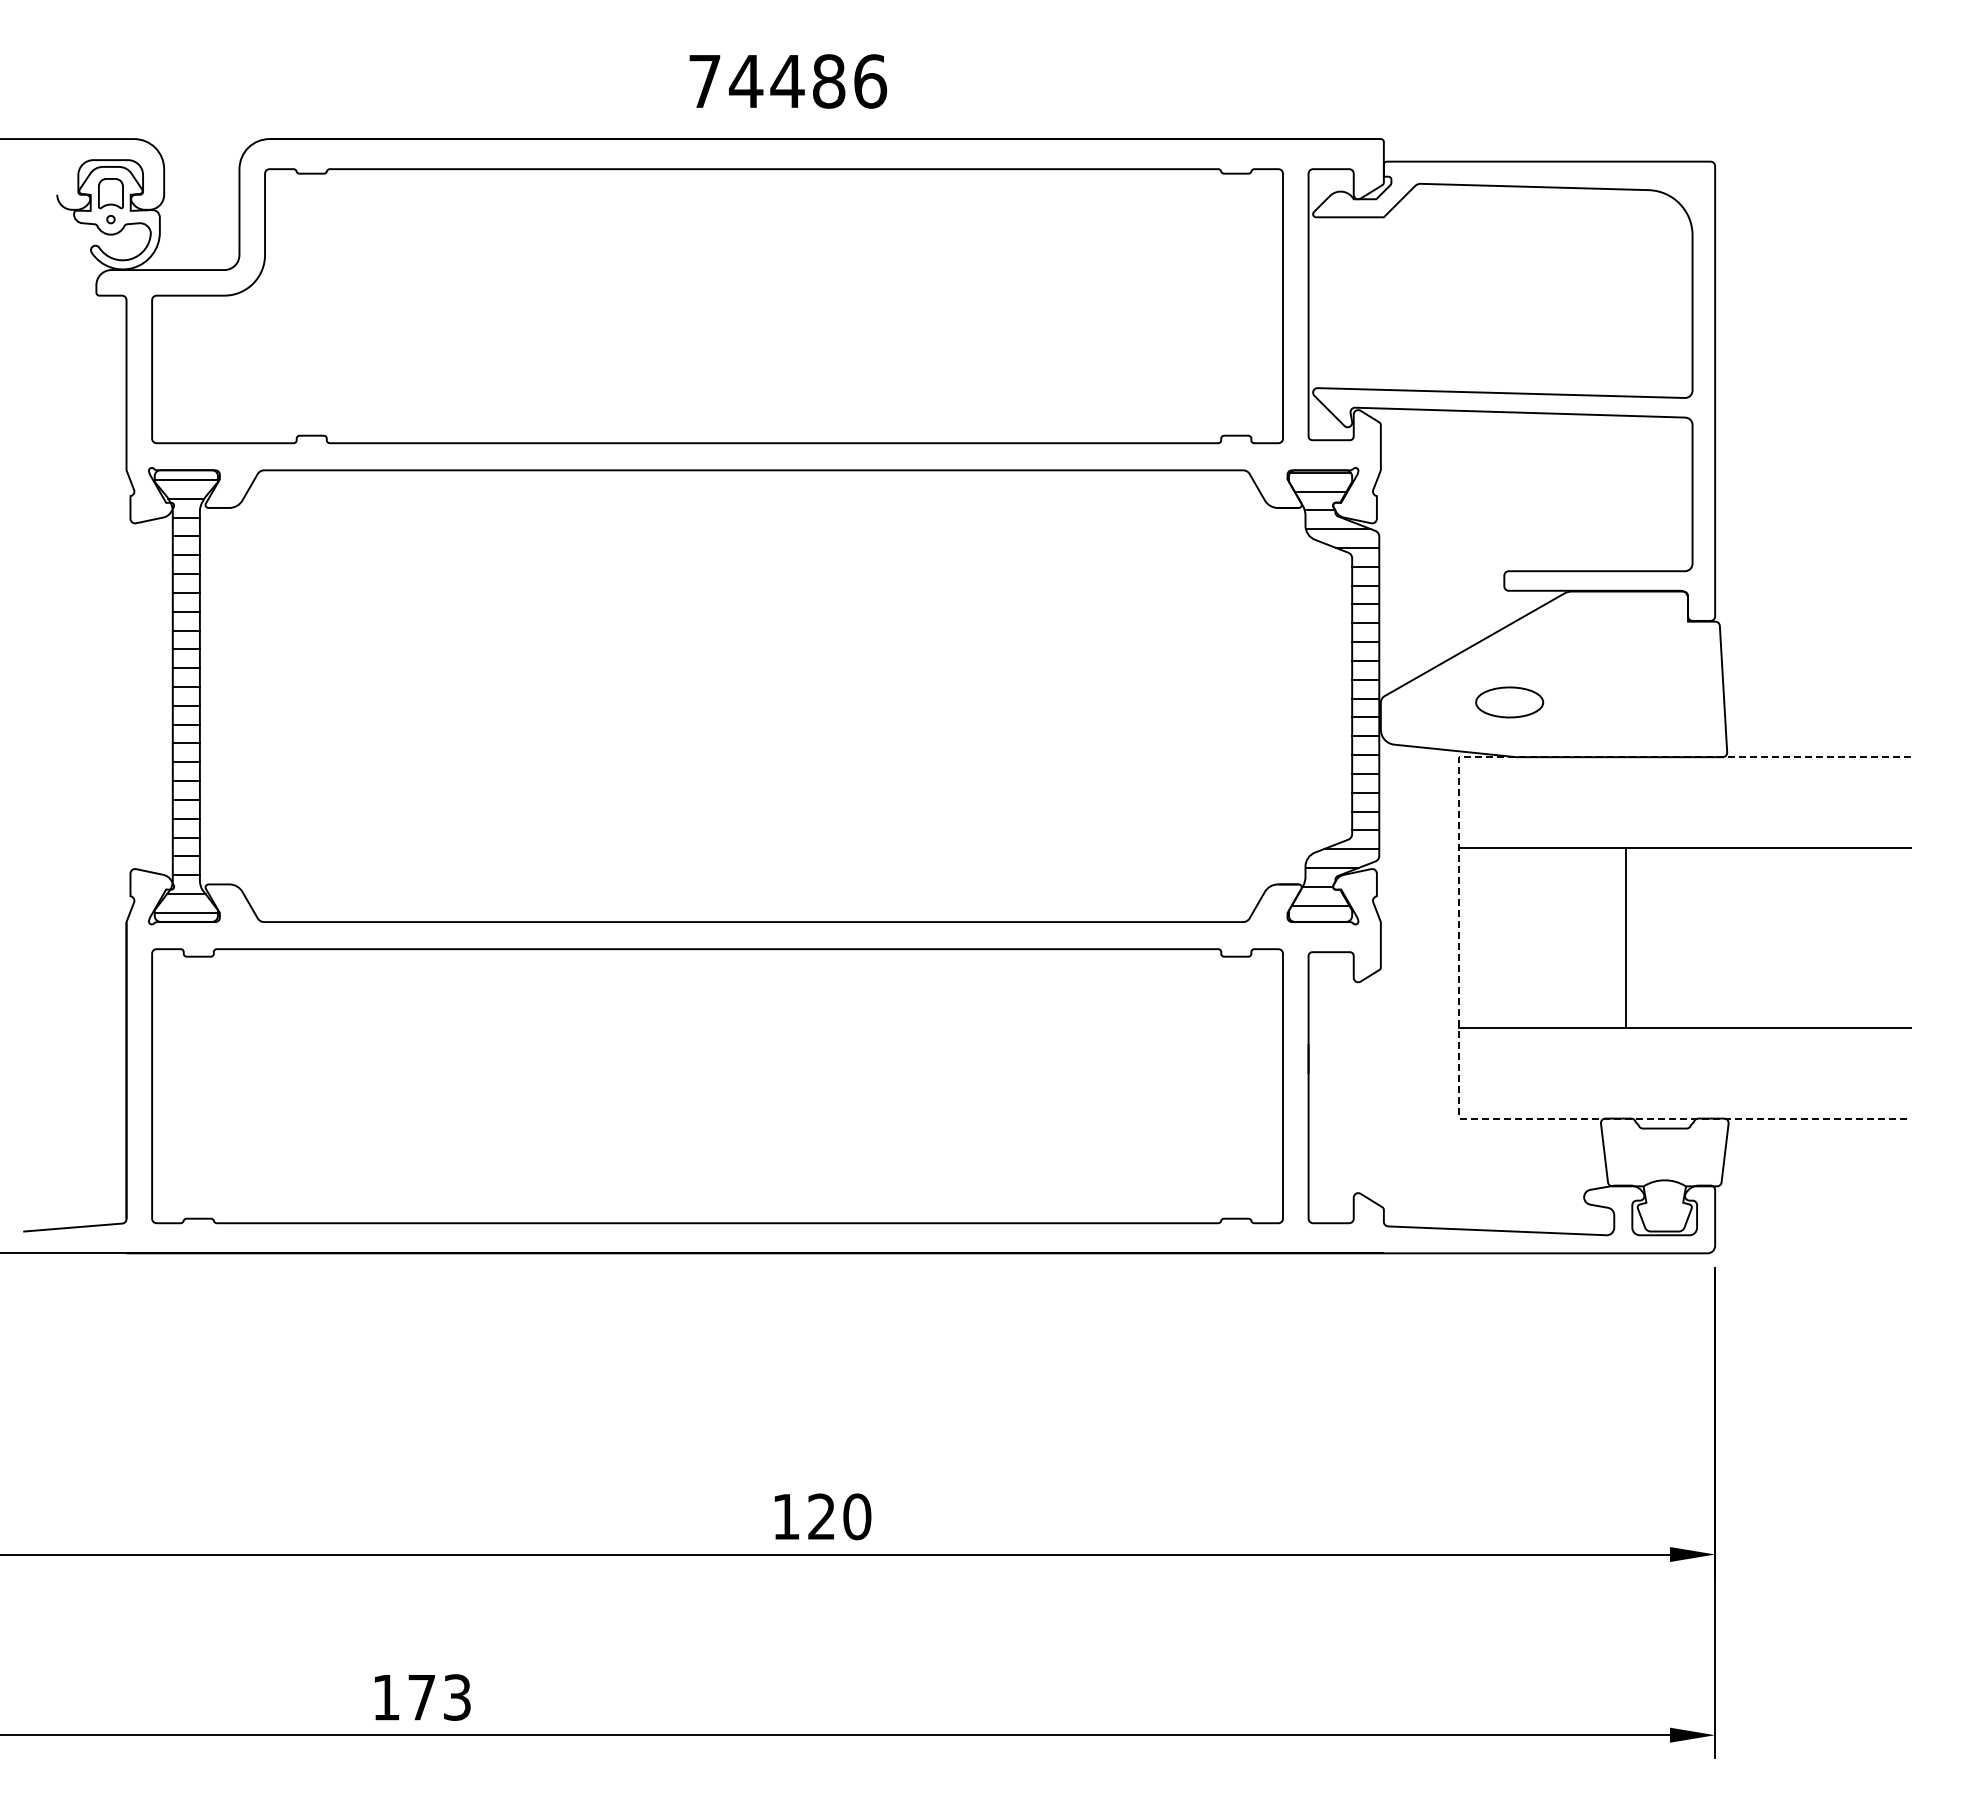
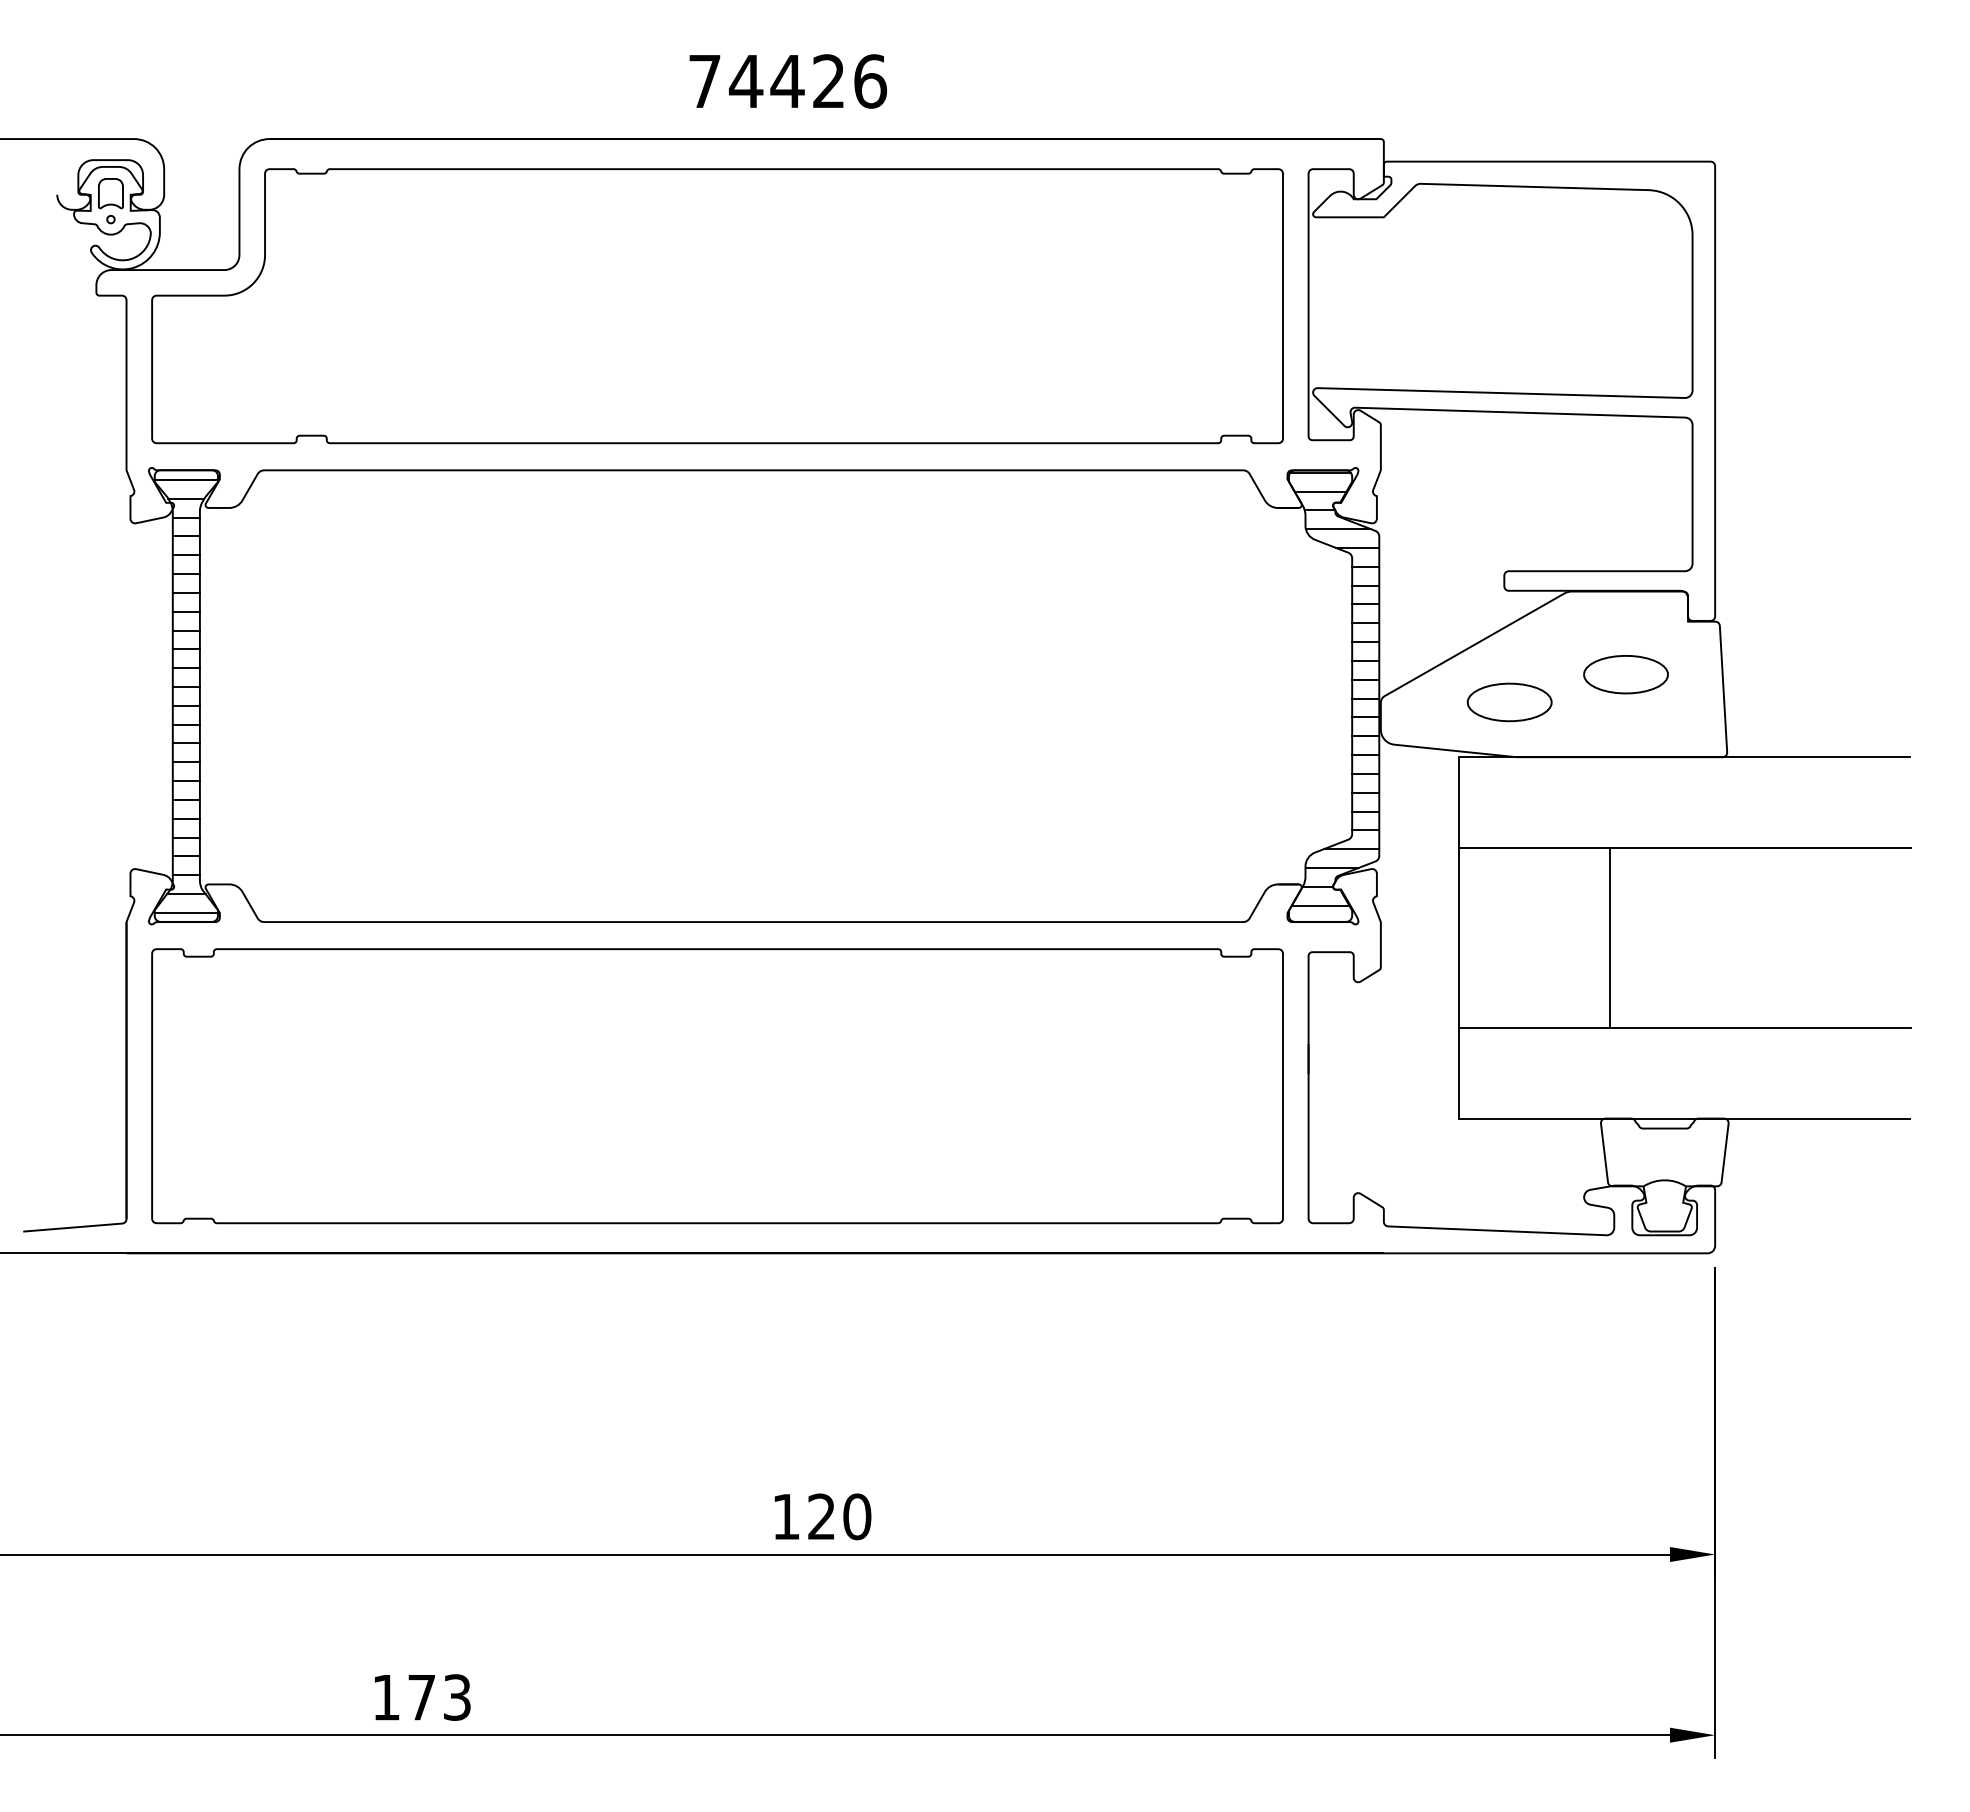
text at (829, 81): 74486 -> 74426
part at (1625, 674): none -> present
part at (1509, 702) size: 70x33 px -> 87x41 px
line at (1459, 937): dashed -> solid
line at (1625, 937) position: (1625, 937) -> (1609, 937)
